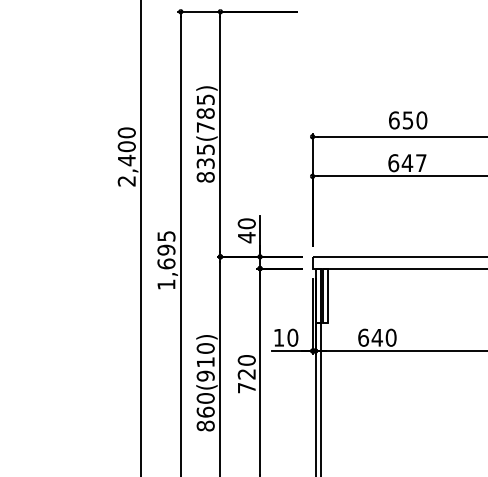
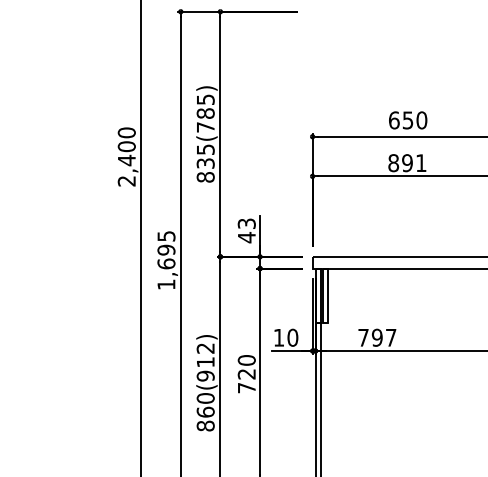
text at (407, 163): 647 -> 891
text at (246, 223): 40 -> 43
text at (377, 337): 640 -> 797
text at (205, 348): 860(910) -> 860(912)
